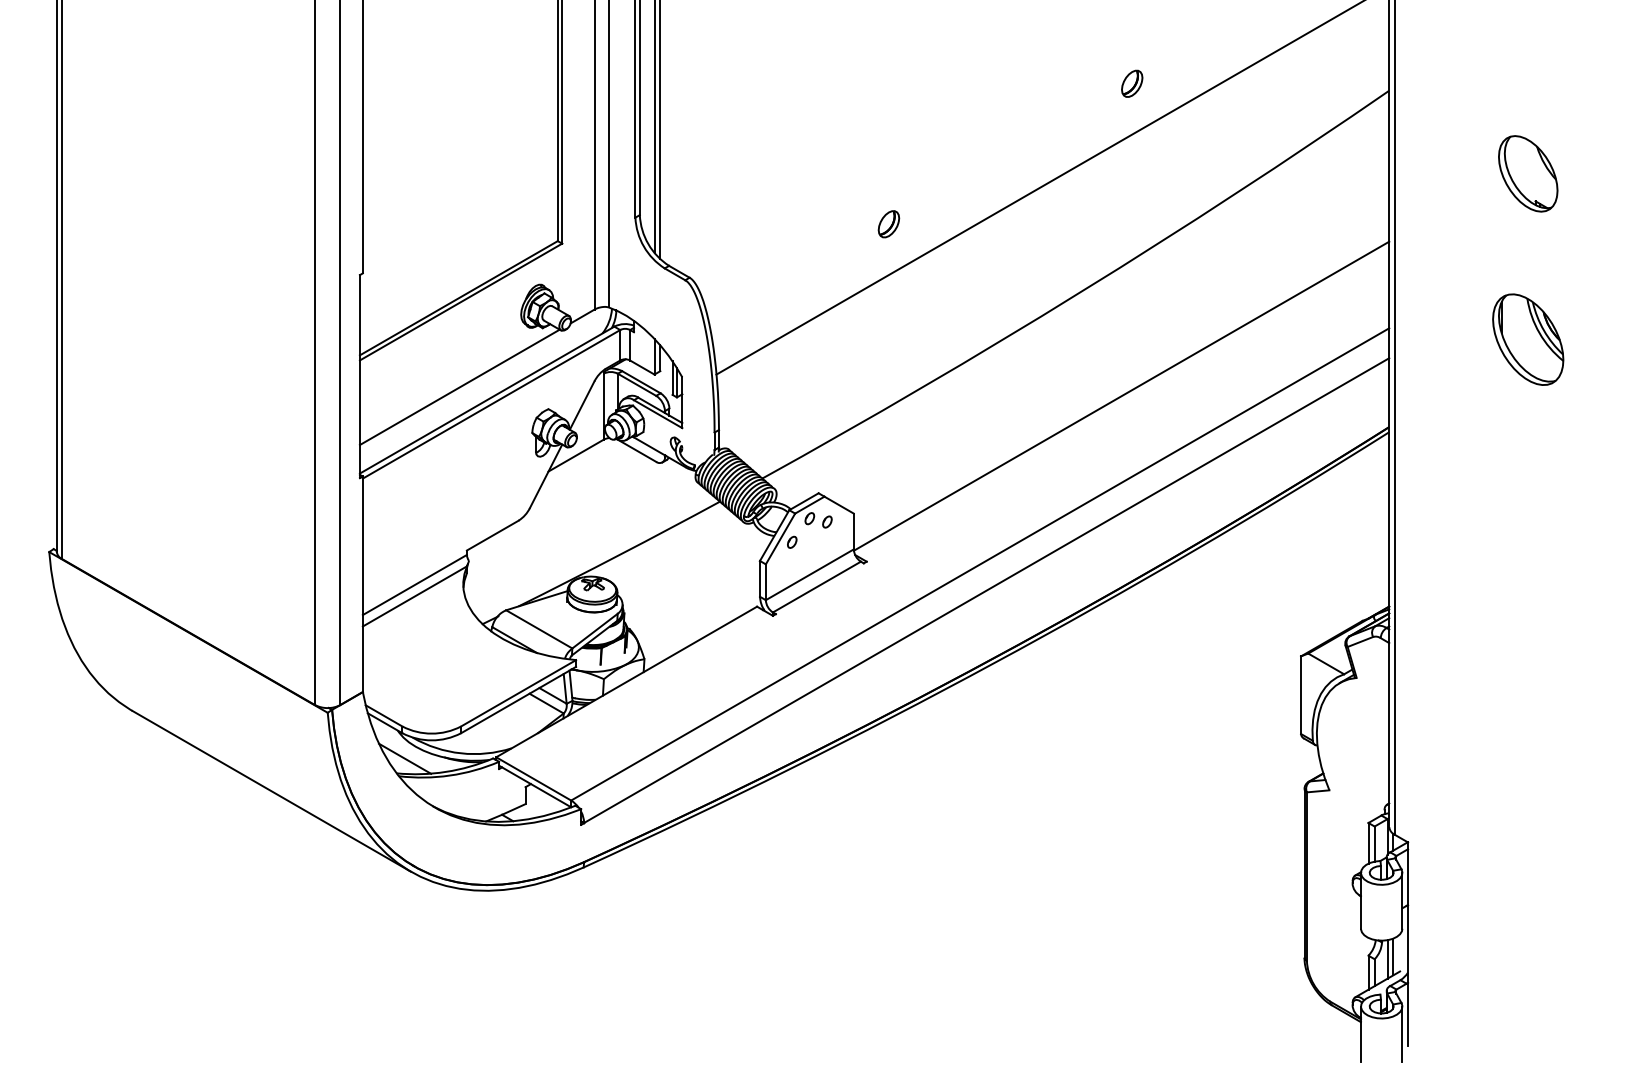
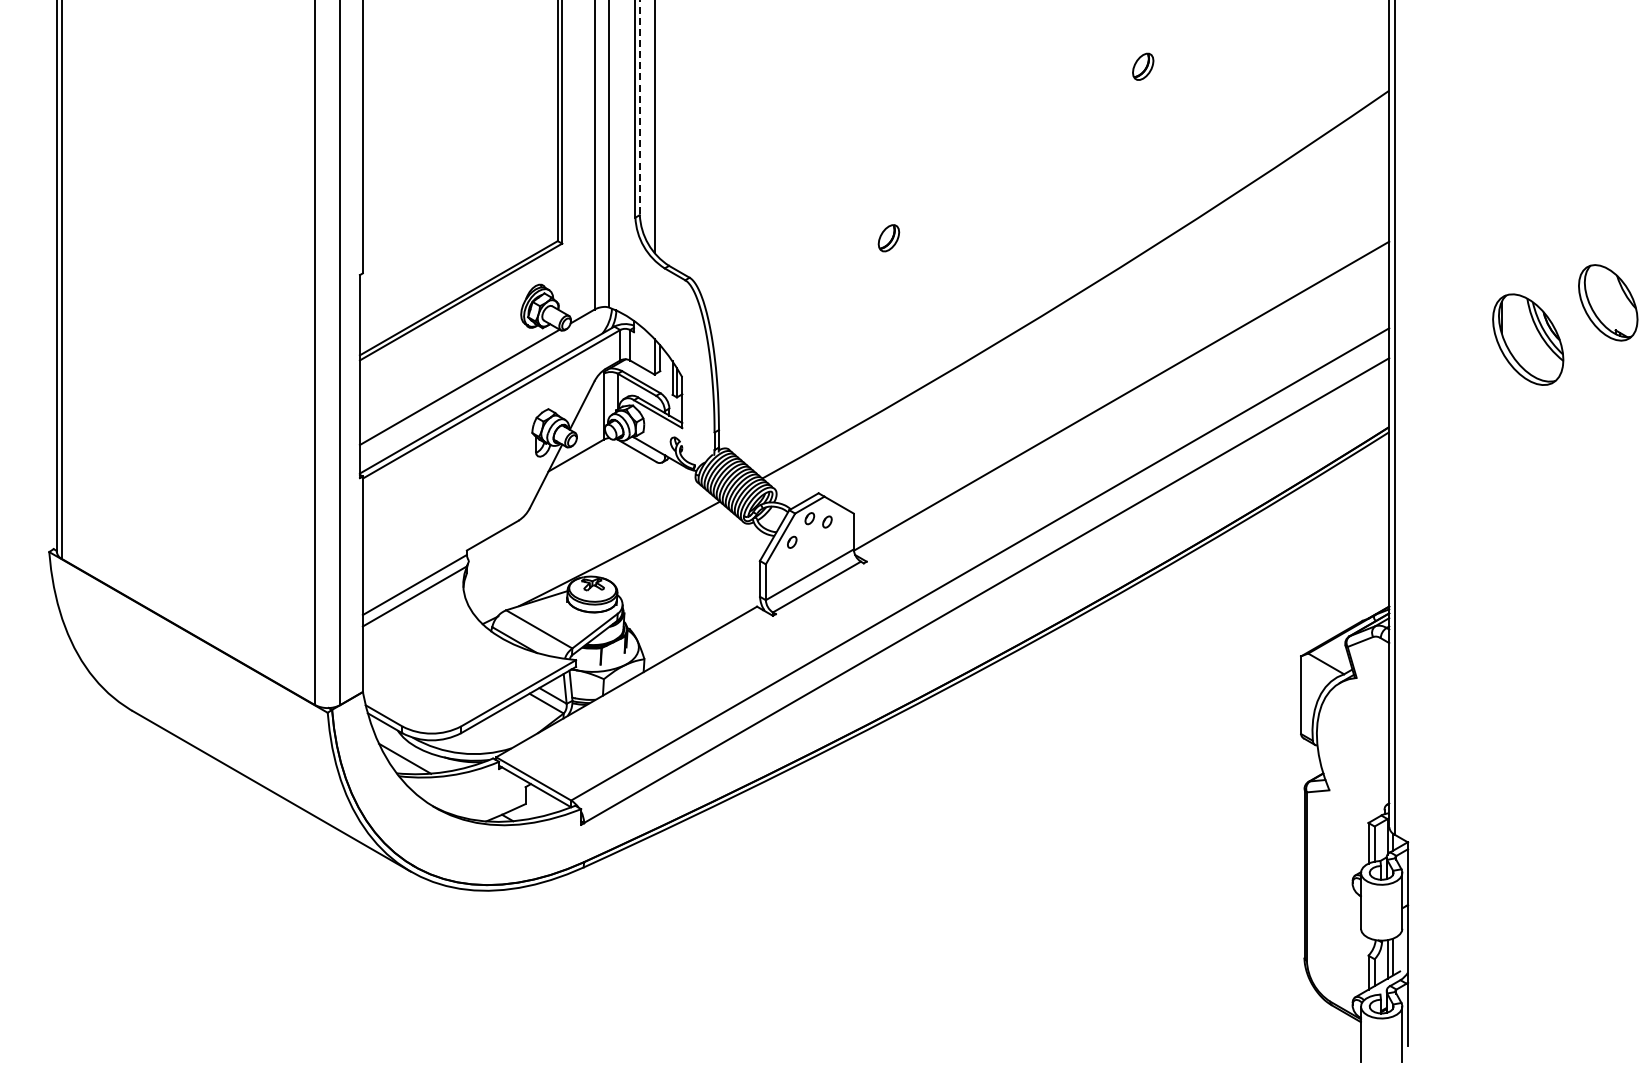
part at (1132, 83) position: (1132, 83) -> (1143, 66)
line at (639, 108): solid -> dashed
line at (660, 130): present -> none
part at (1528, 173) position: (1528, 173) -> (1608, 302)
line at (1038, 188): present -> none
part at (888, 224) position: (888, 224) -> (888, 238)
